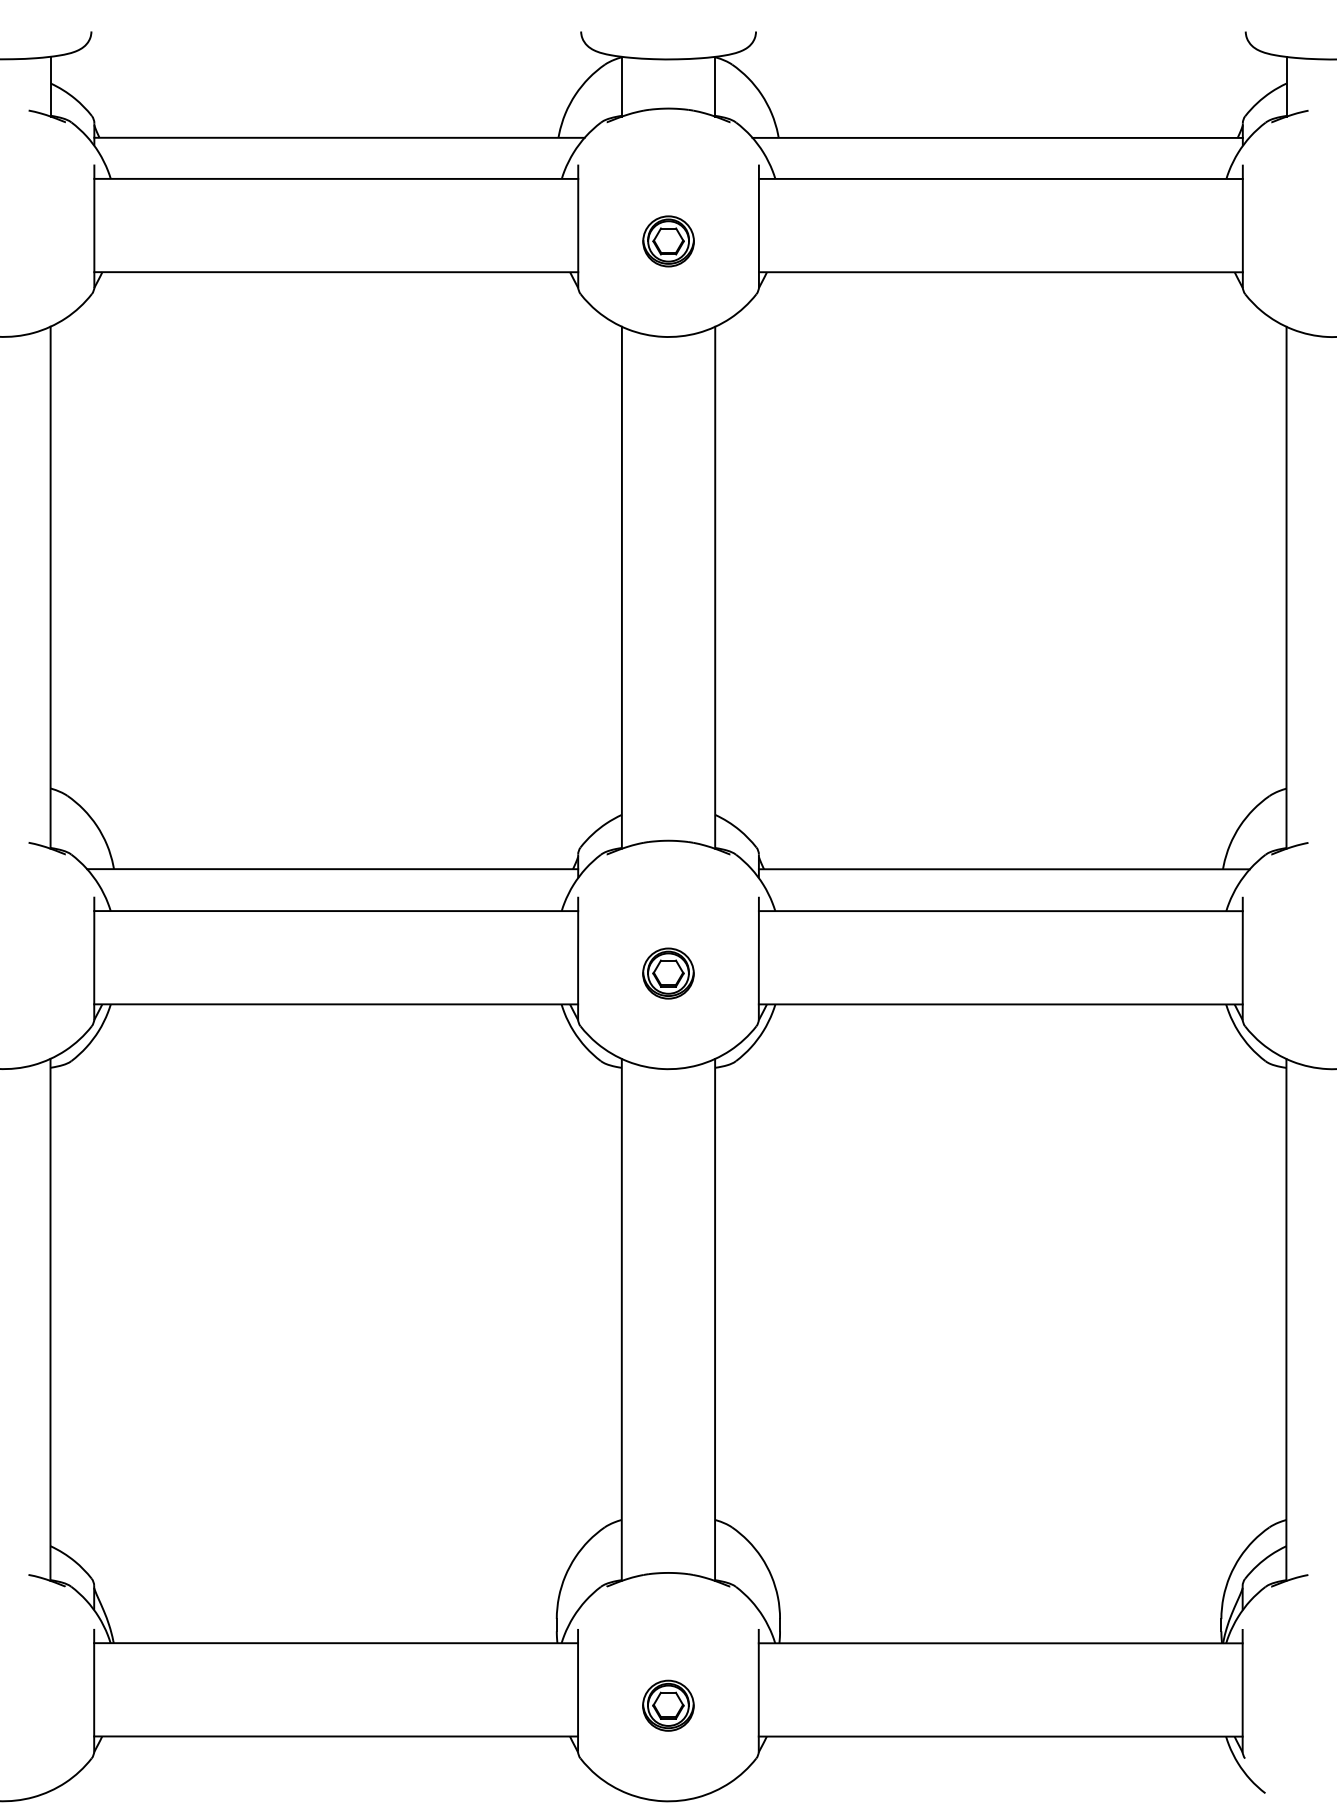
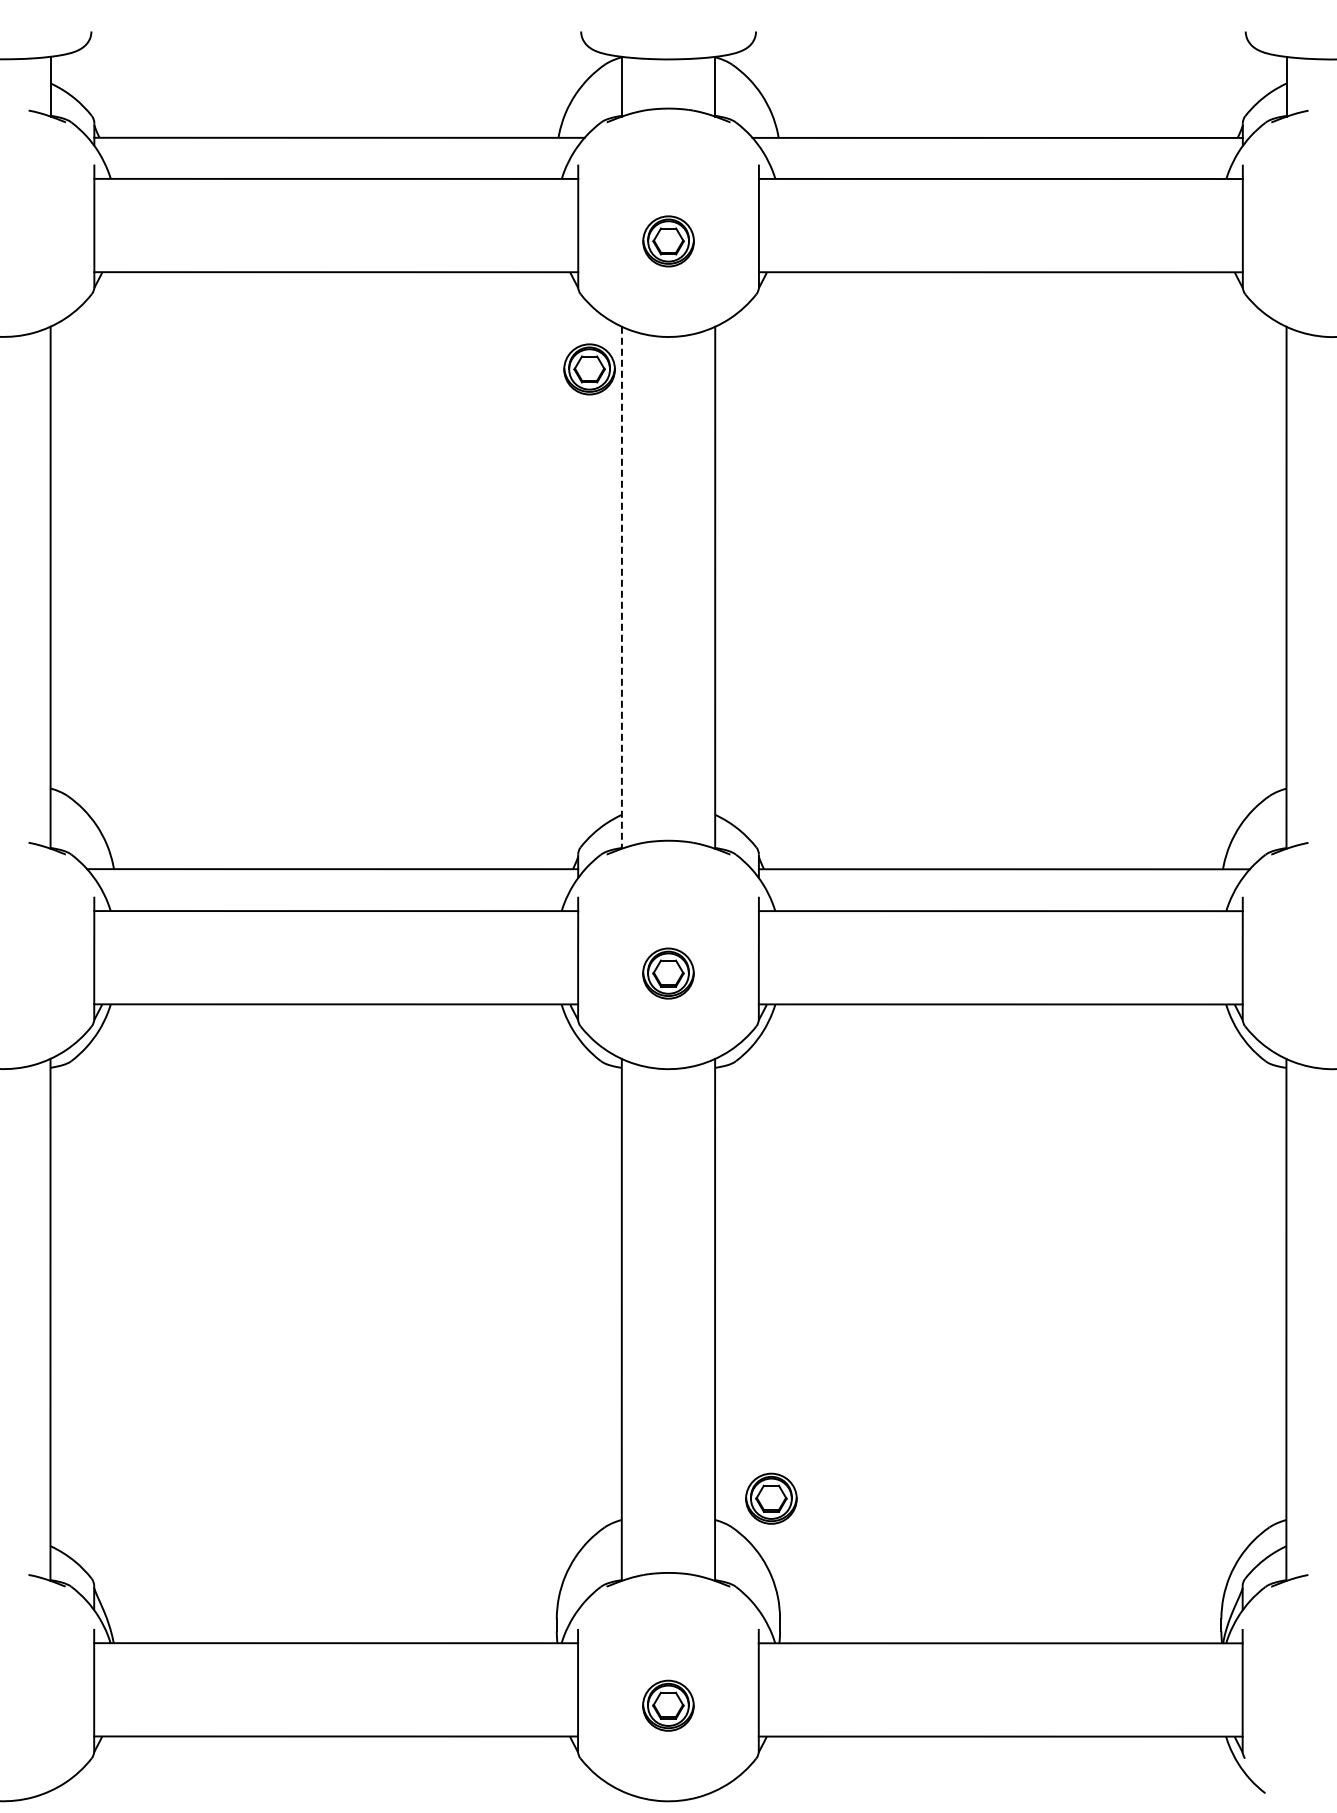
part at (589, 369): none -> present
line at (621, 587): solid -> dashed
part at (771, 1498): none -> present
